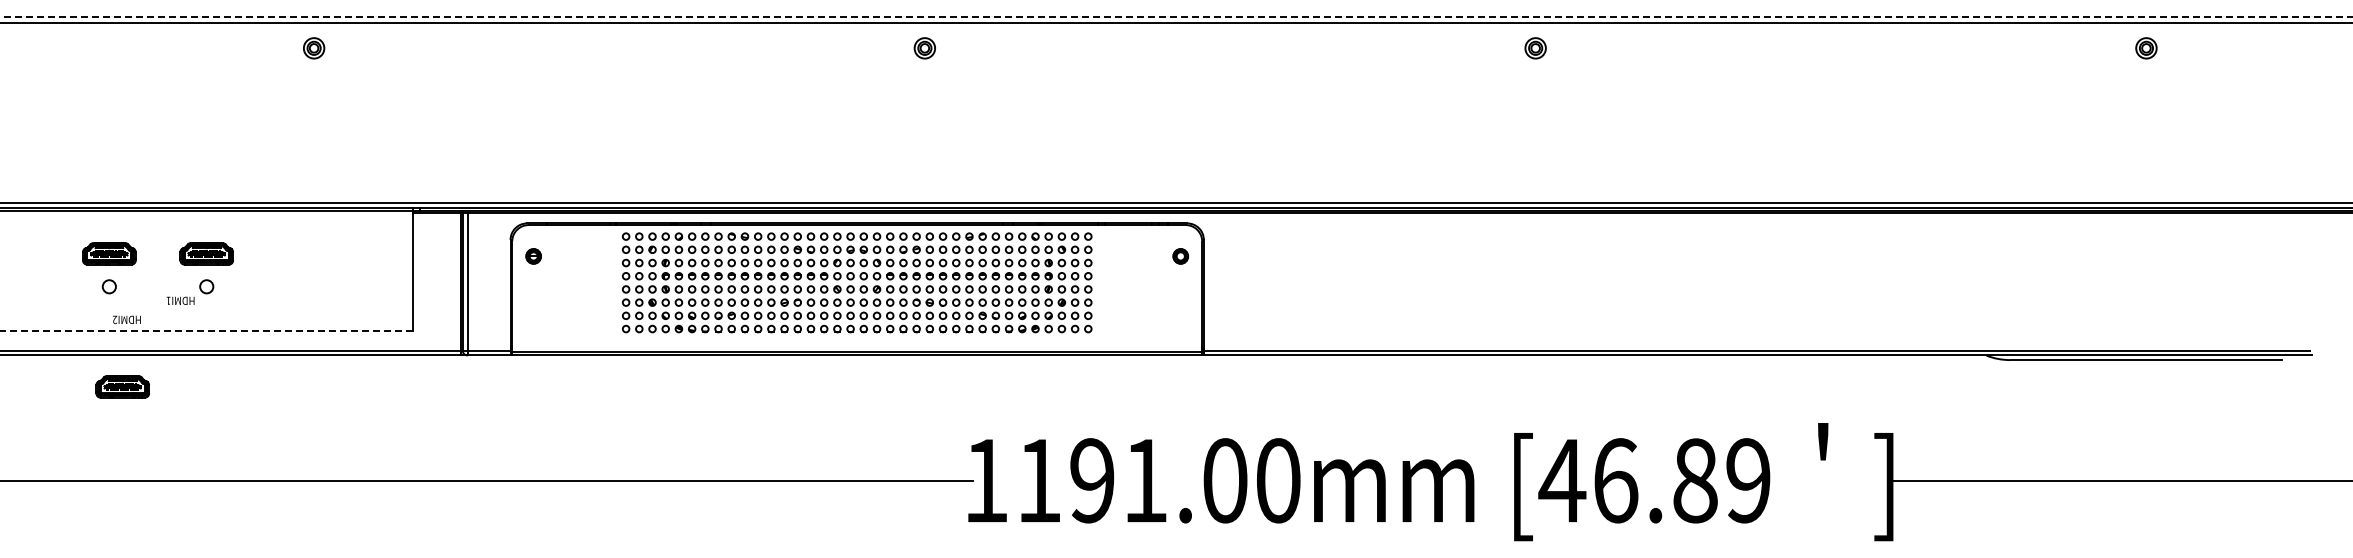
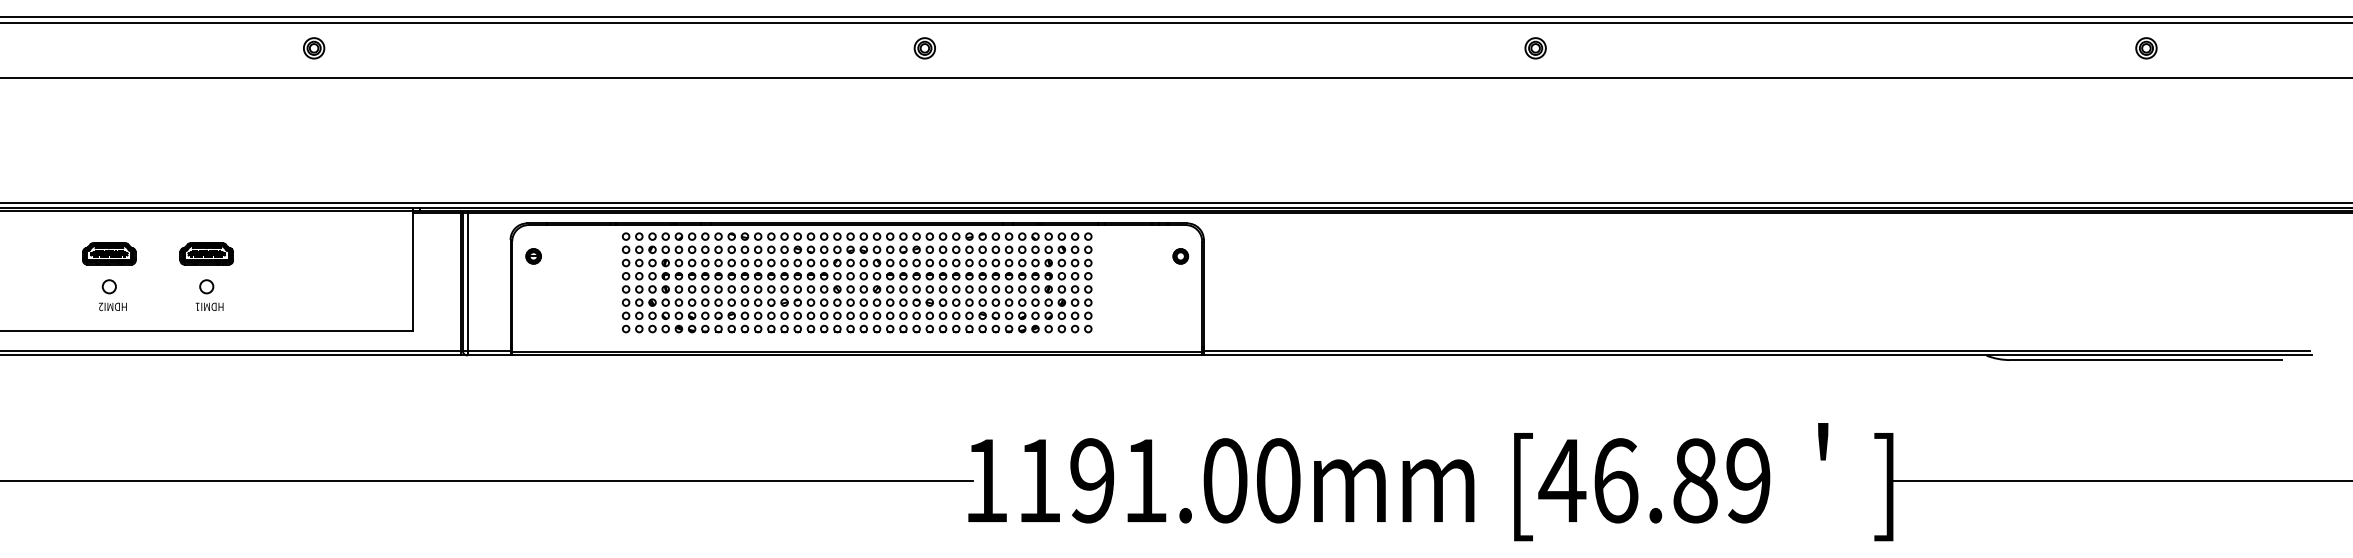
line at (1176, 16): dashed -> solid
line at (1175, 77): none -> present
text at (180, 300) position: (180, 300) -> (209, 306)
text at (126, 319) position: (126, 319) -> (112, 306)
line at (206, 330): dashed -> solid
part at (122, 386): present -> none
